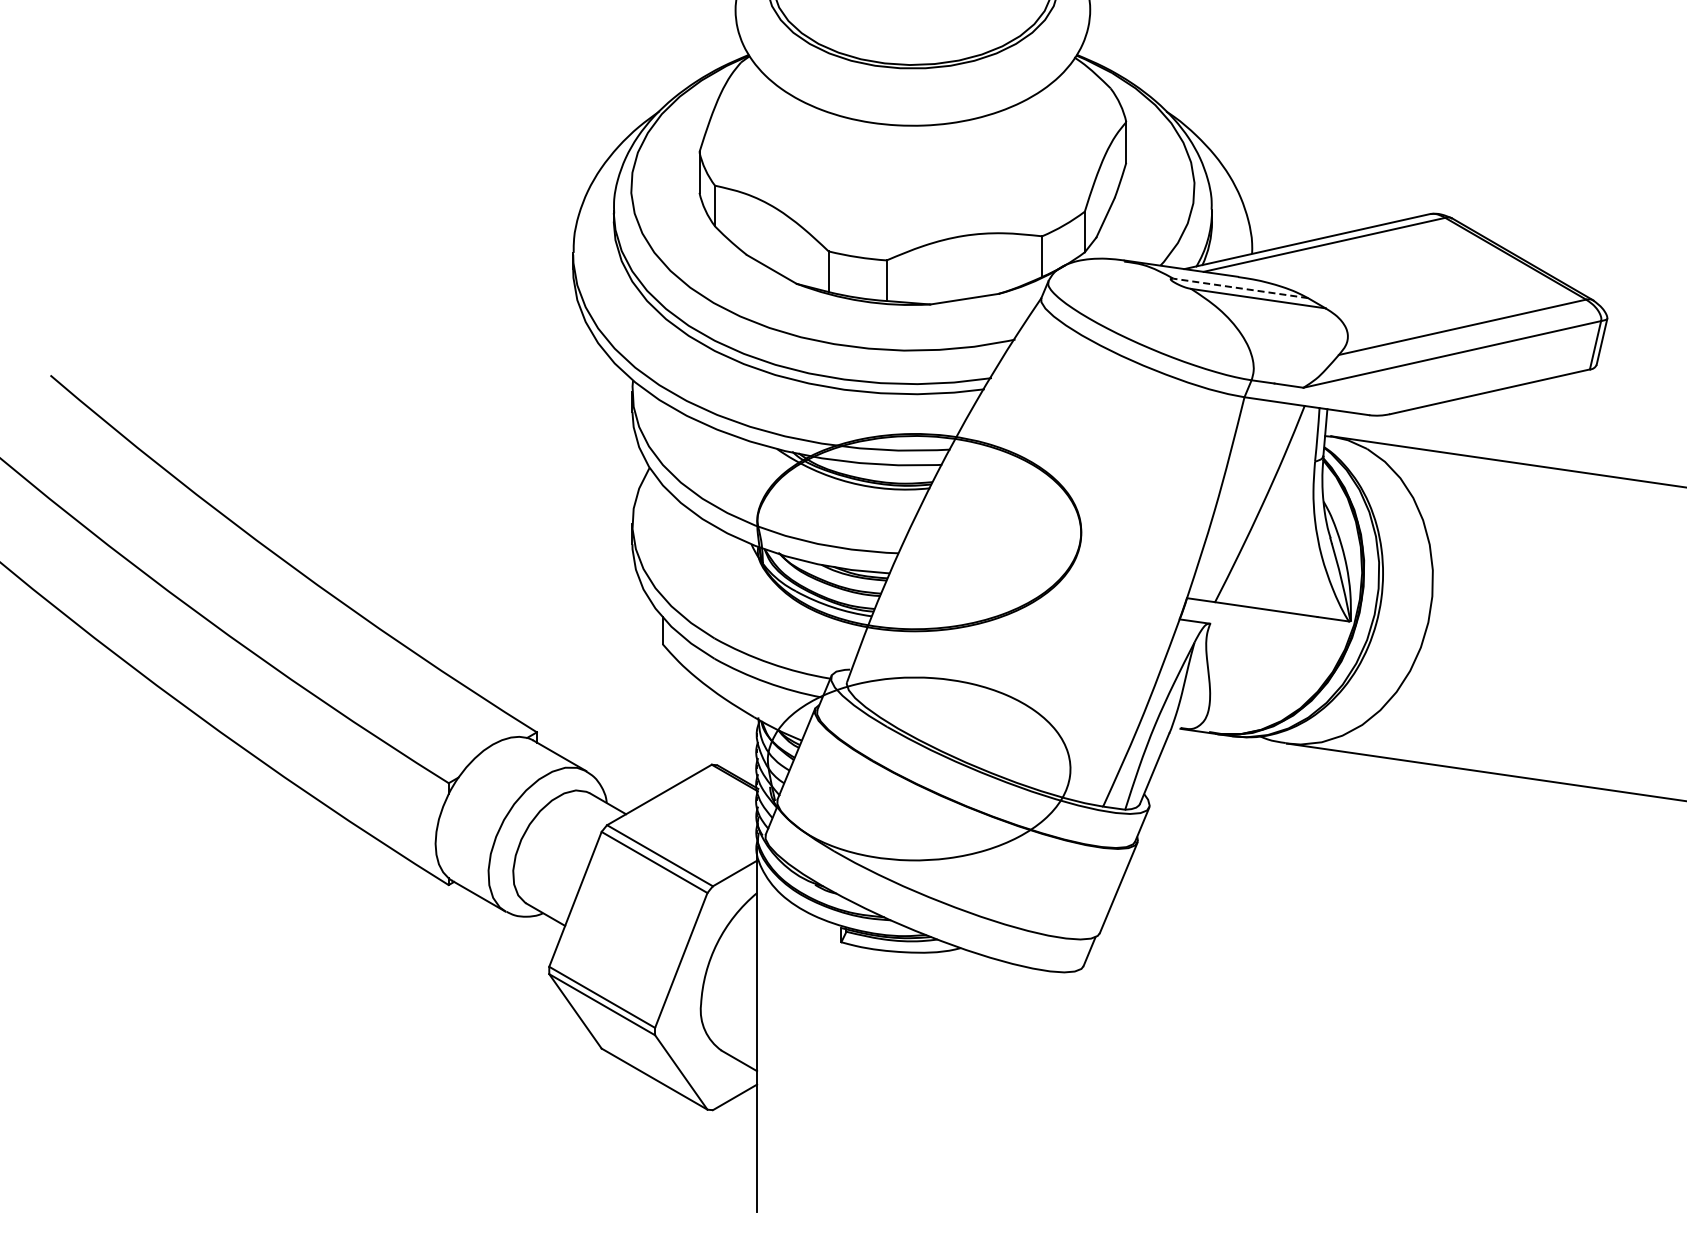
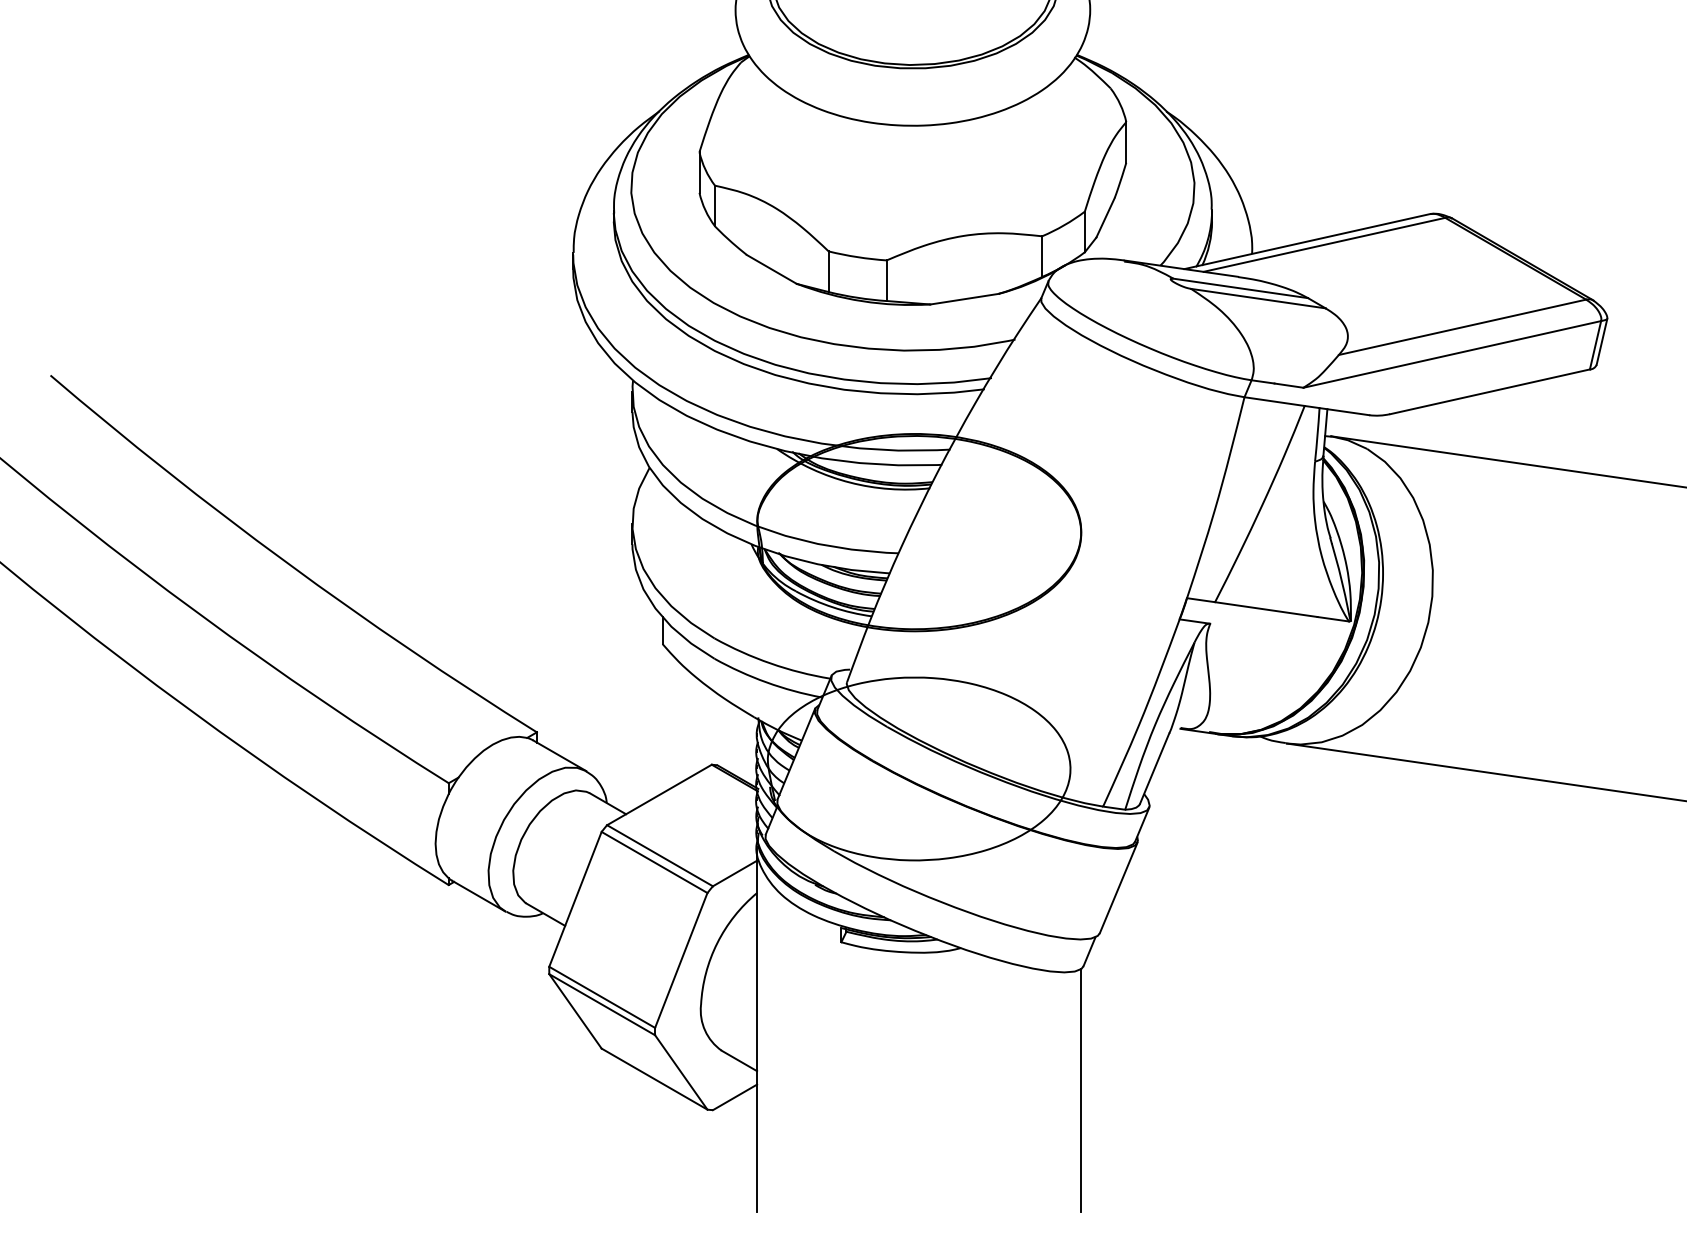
line at (1240, 288): dashed -> solid
line at (1081, 1090): none -> present
